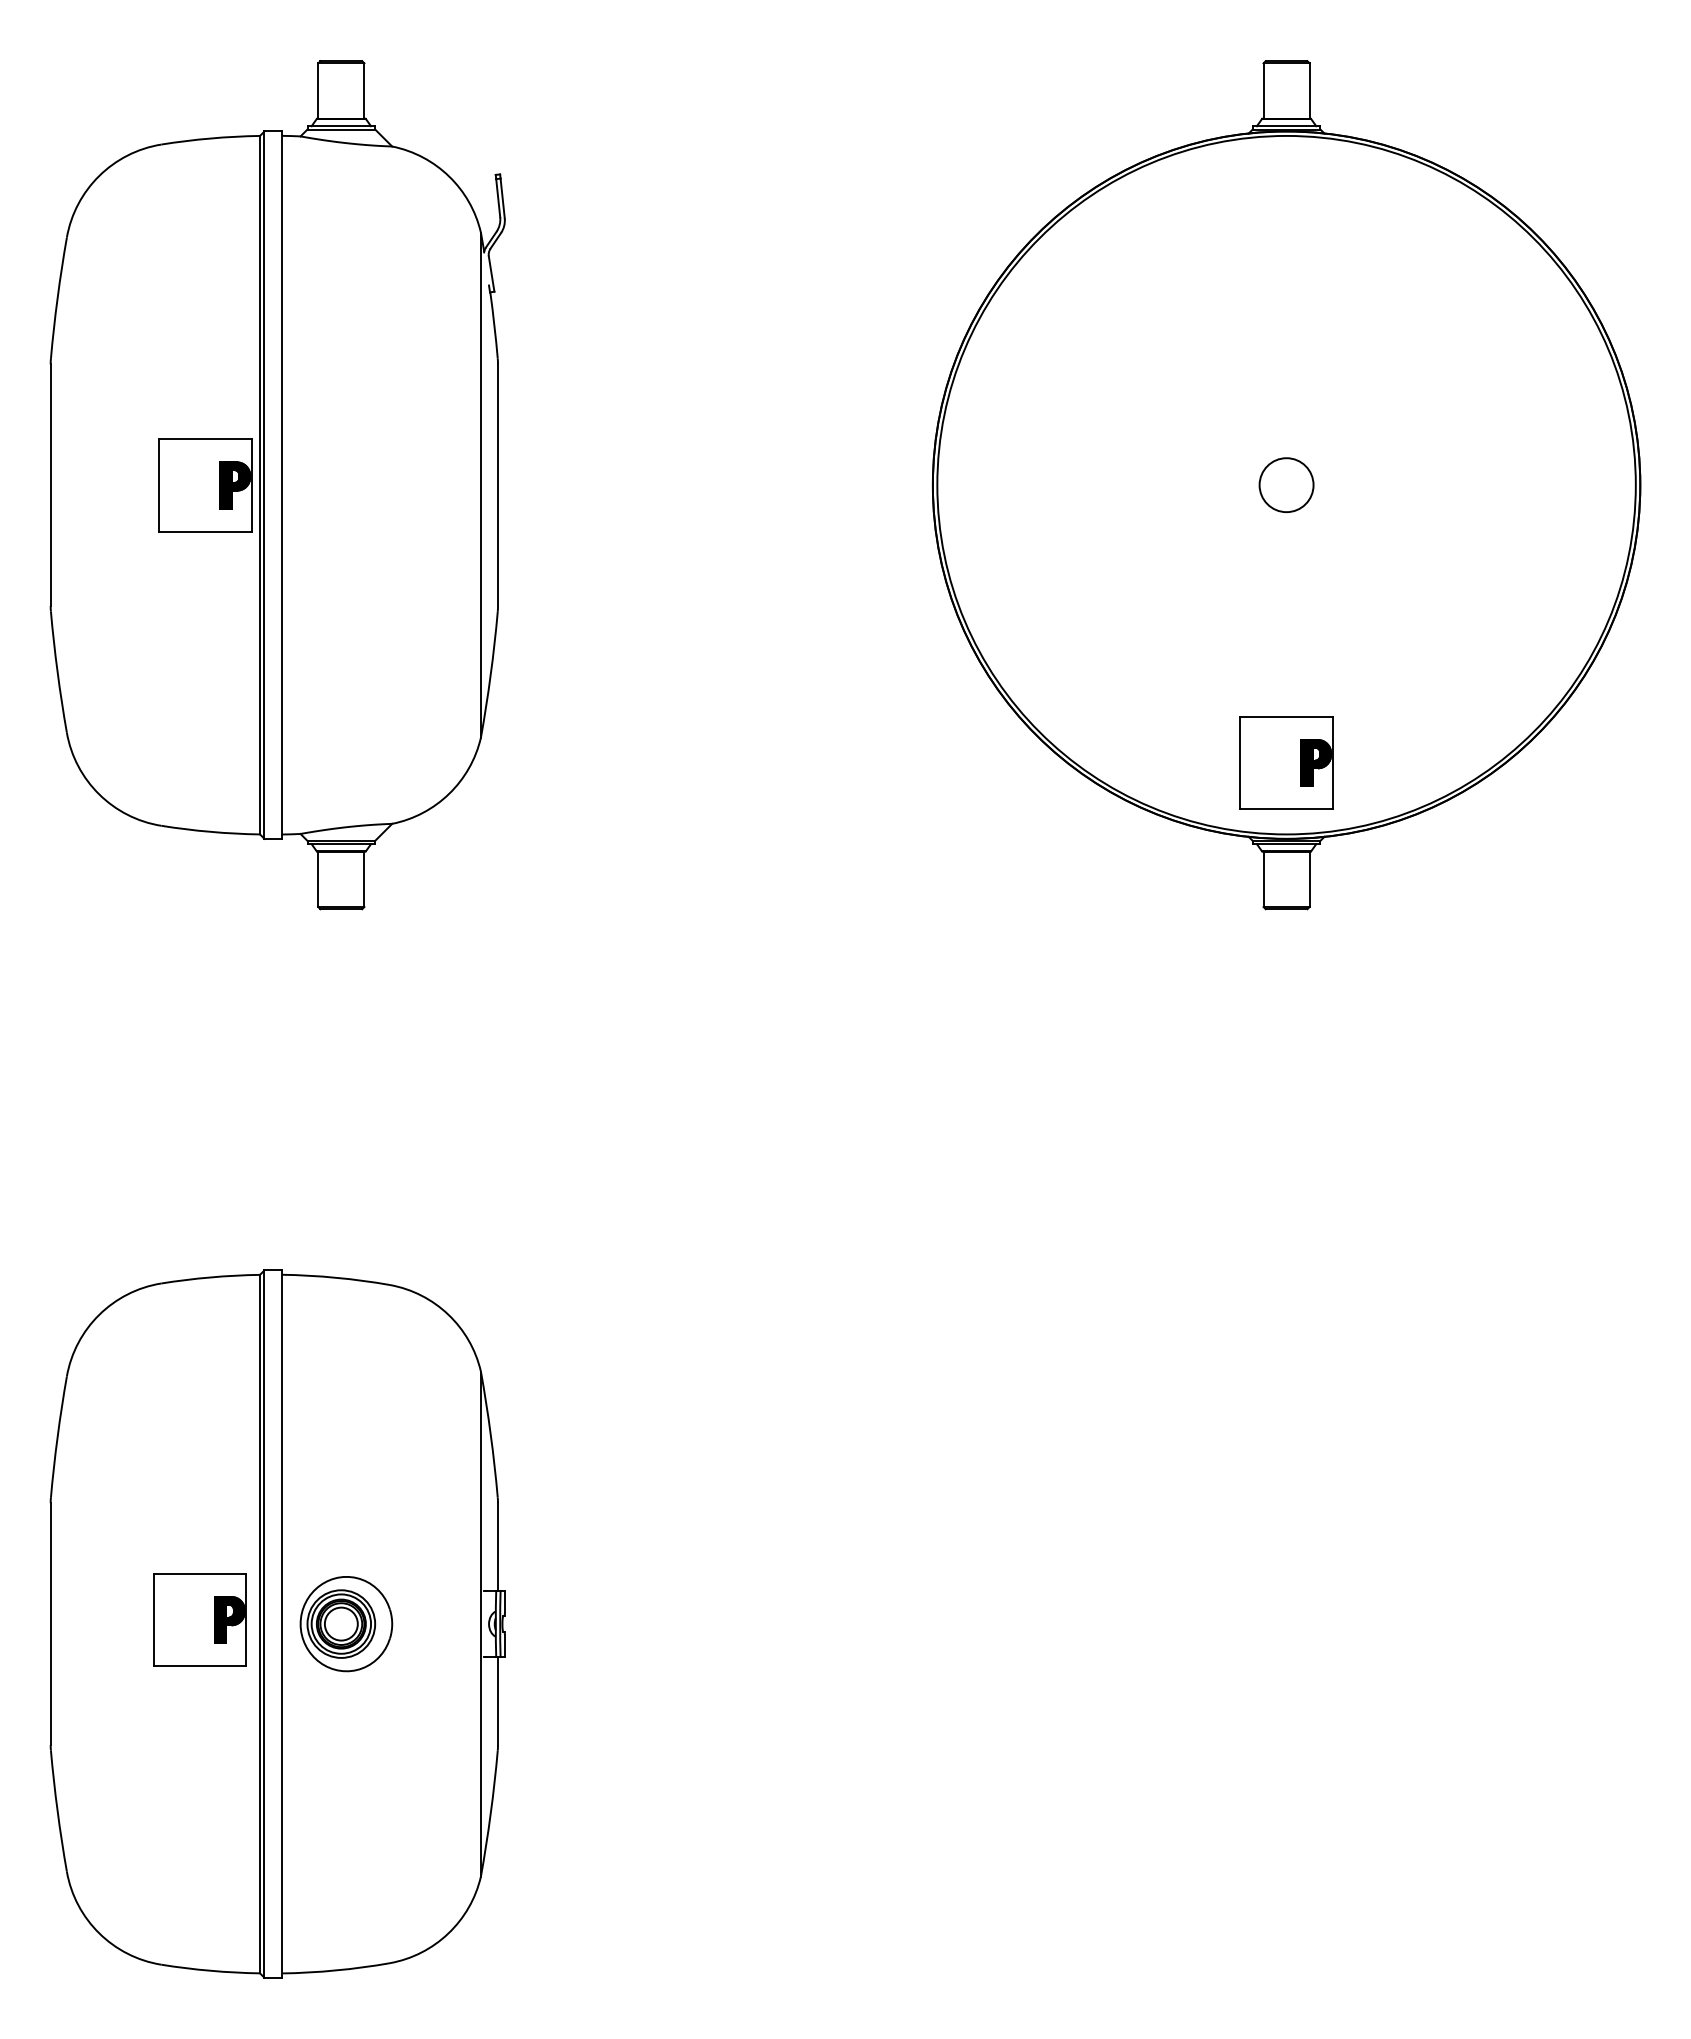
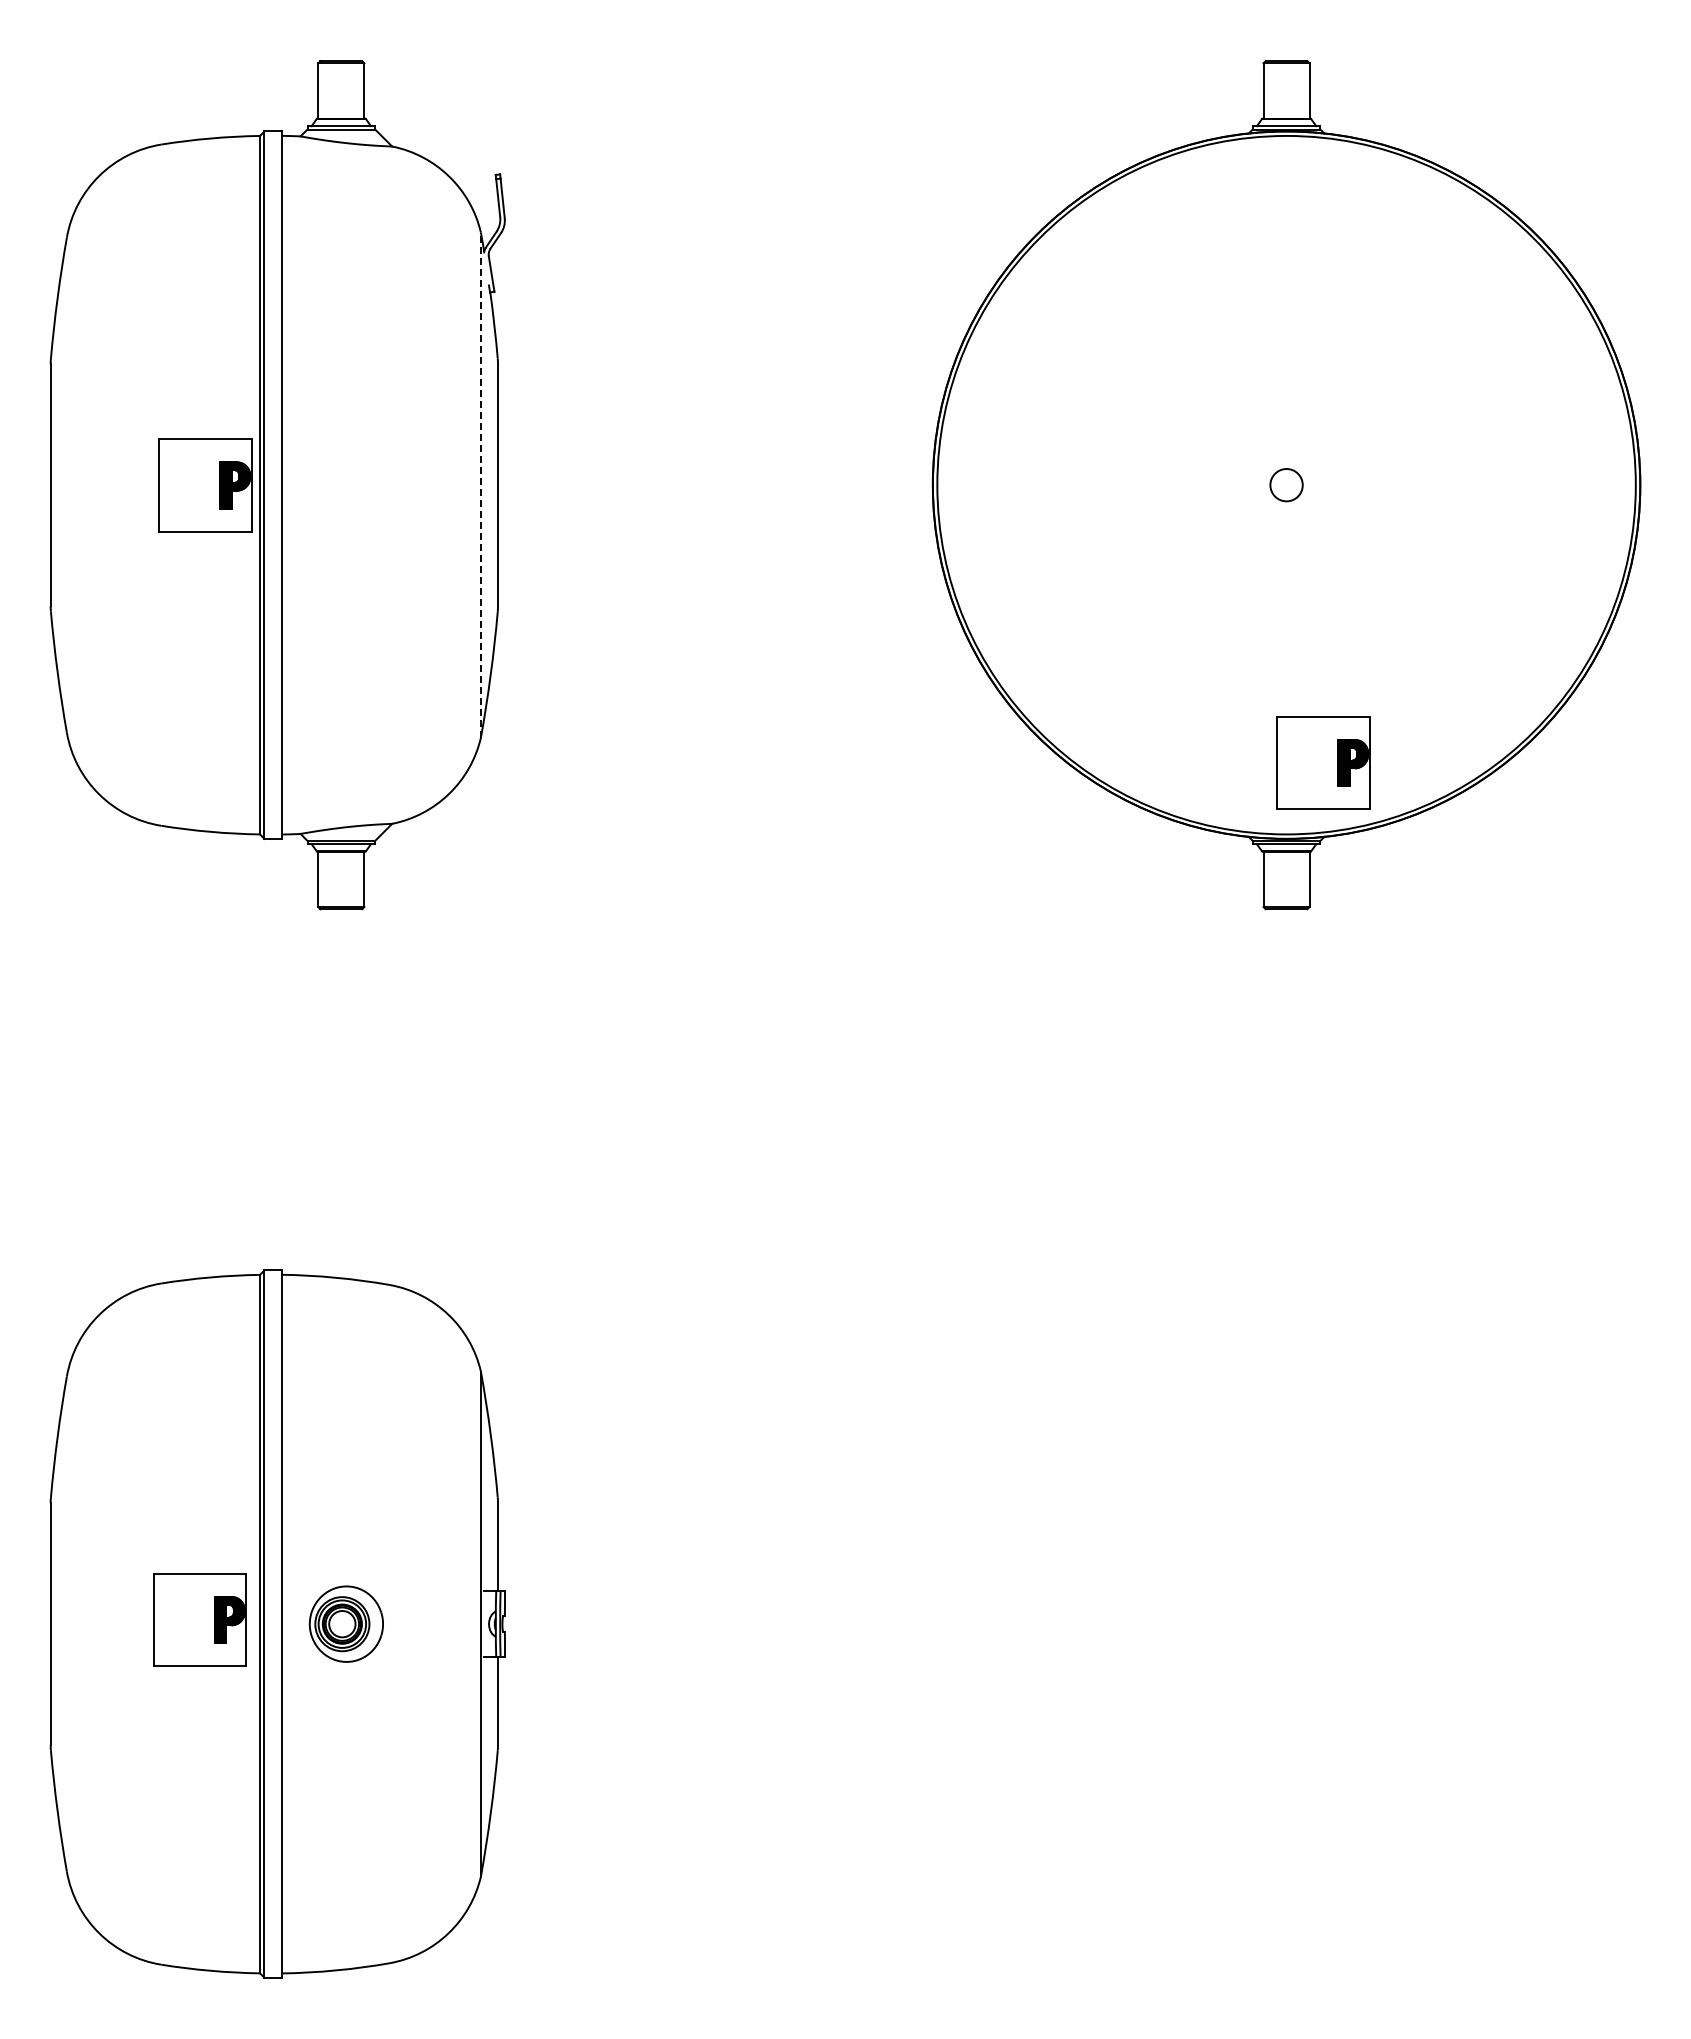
line at (480, 485): solid -> dashed
circle at (1286, 485) diameter: 54 px -> 32 px
part at (1286, 762) position: (1286, 762) -> (1323, 762)
part at (346, 1624) size: 95x97 px -> 76x78 px
